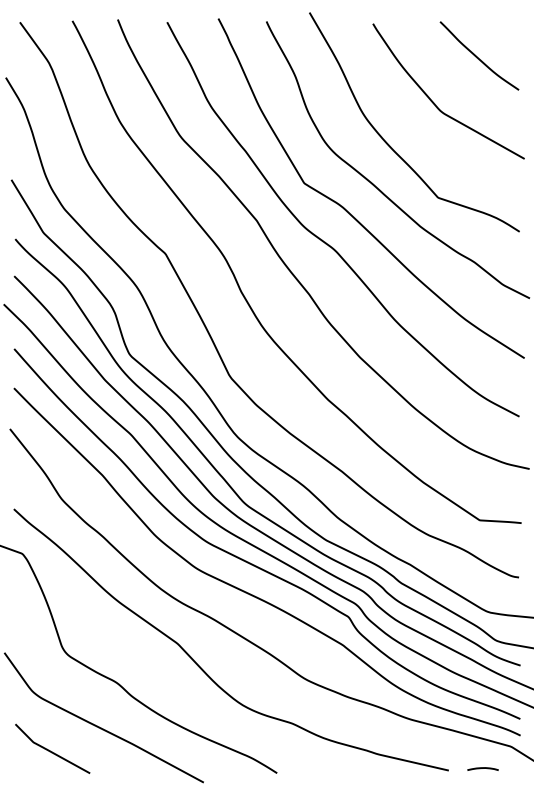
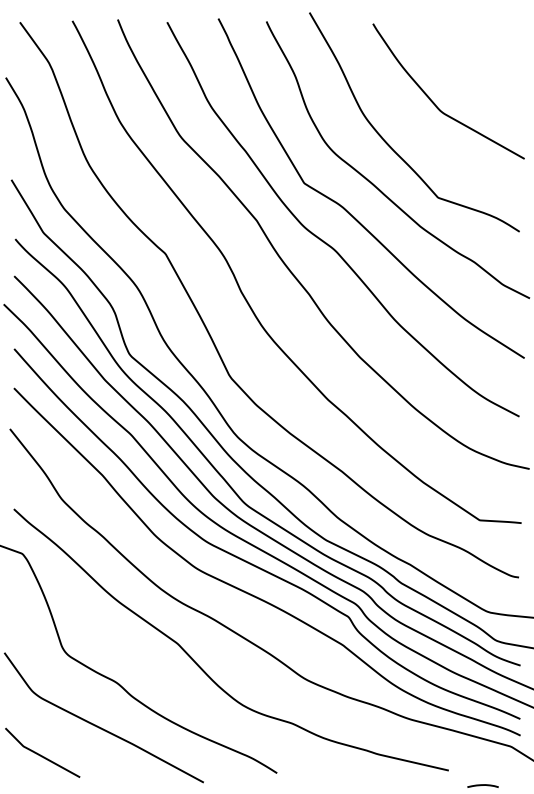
curve at (477, 56): present -> none
curve at (50, 750) position: (50, 750) -> (40, 754)
line at (482, 768) position: (482, 768) -> (482, 785)
